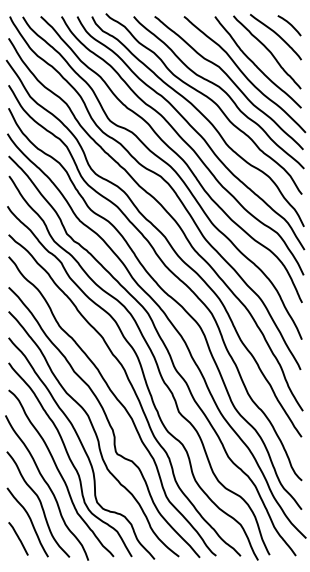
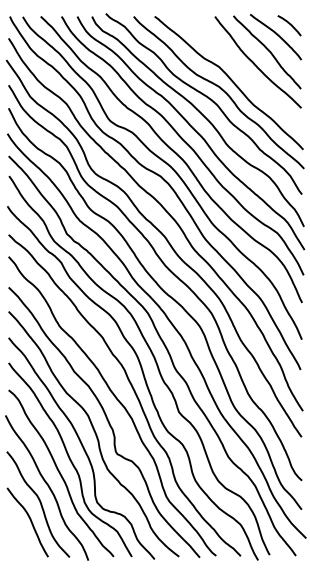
curve at (244, 74): present -> none
line at (18, 538): present -> none
